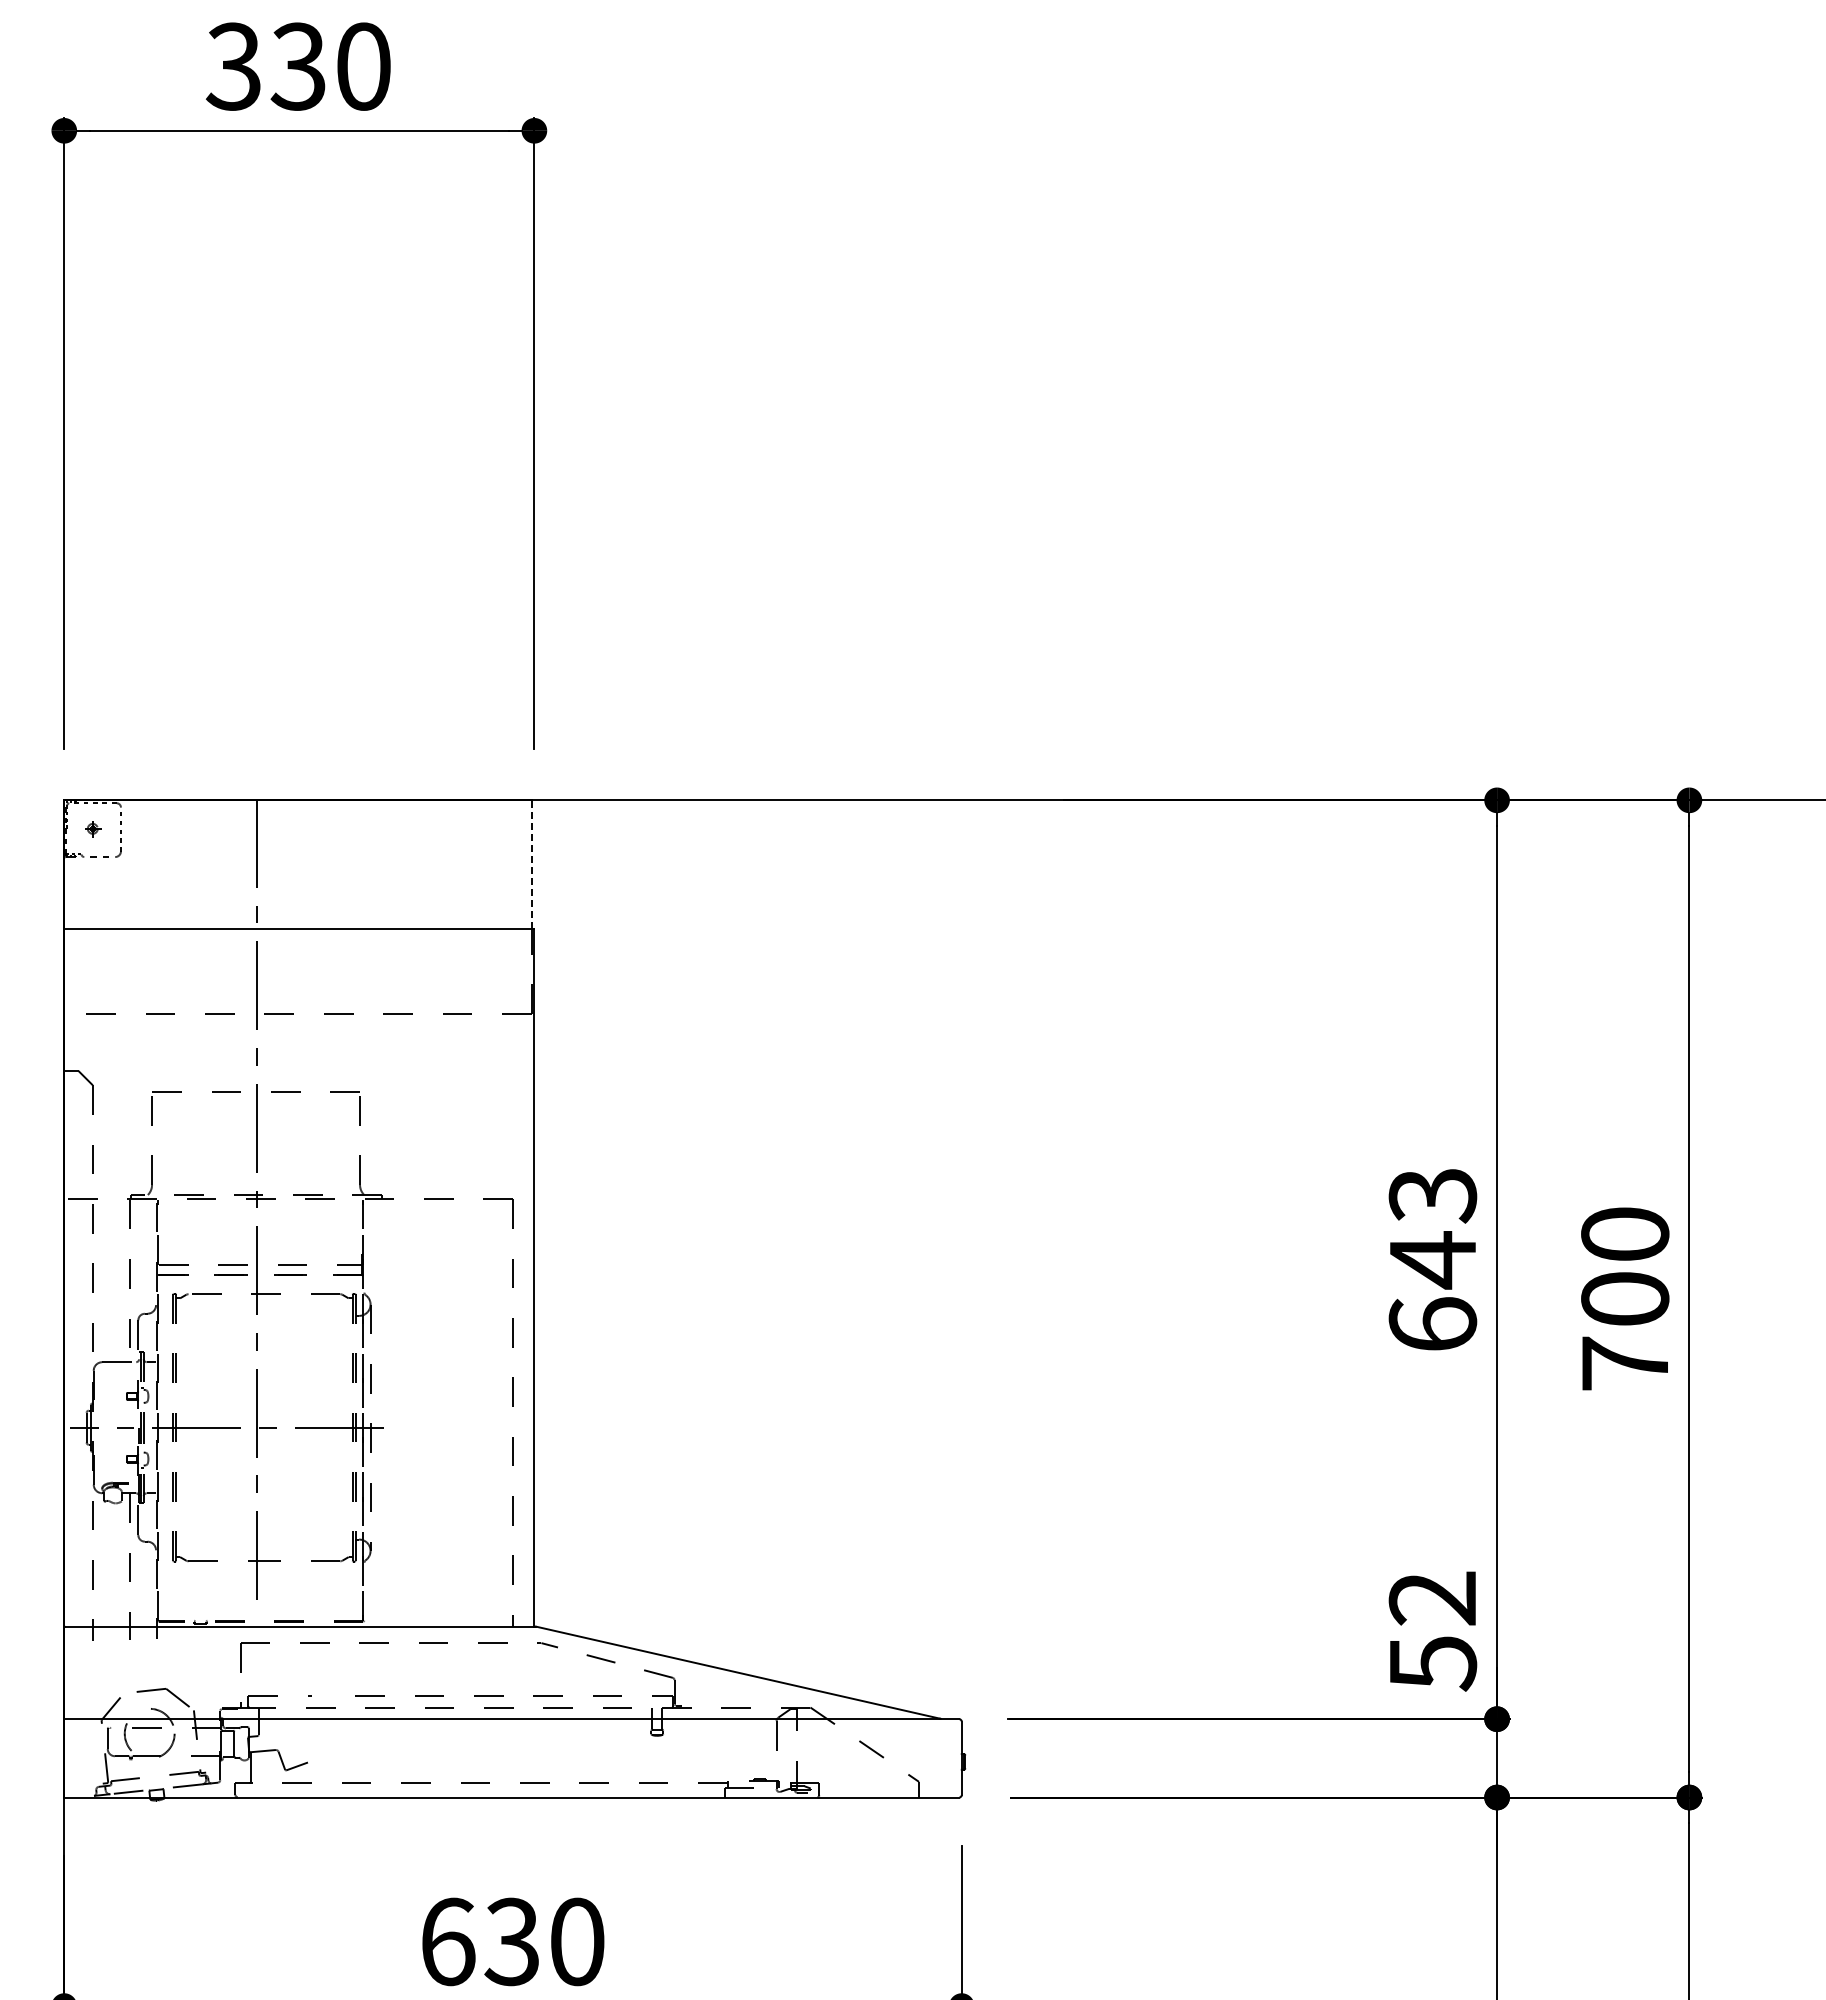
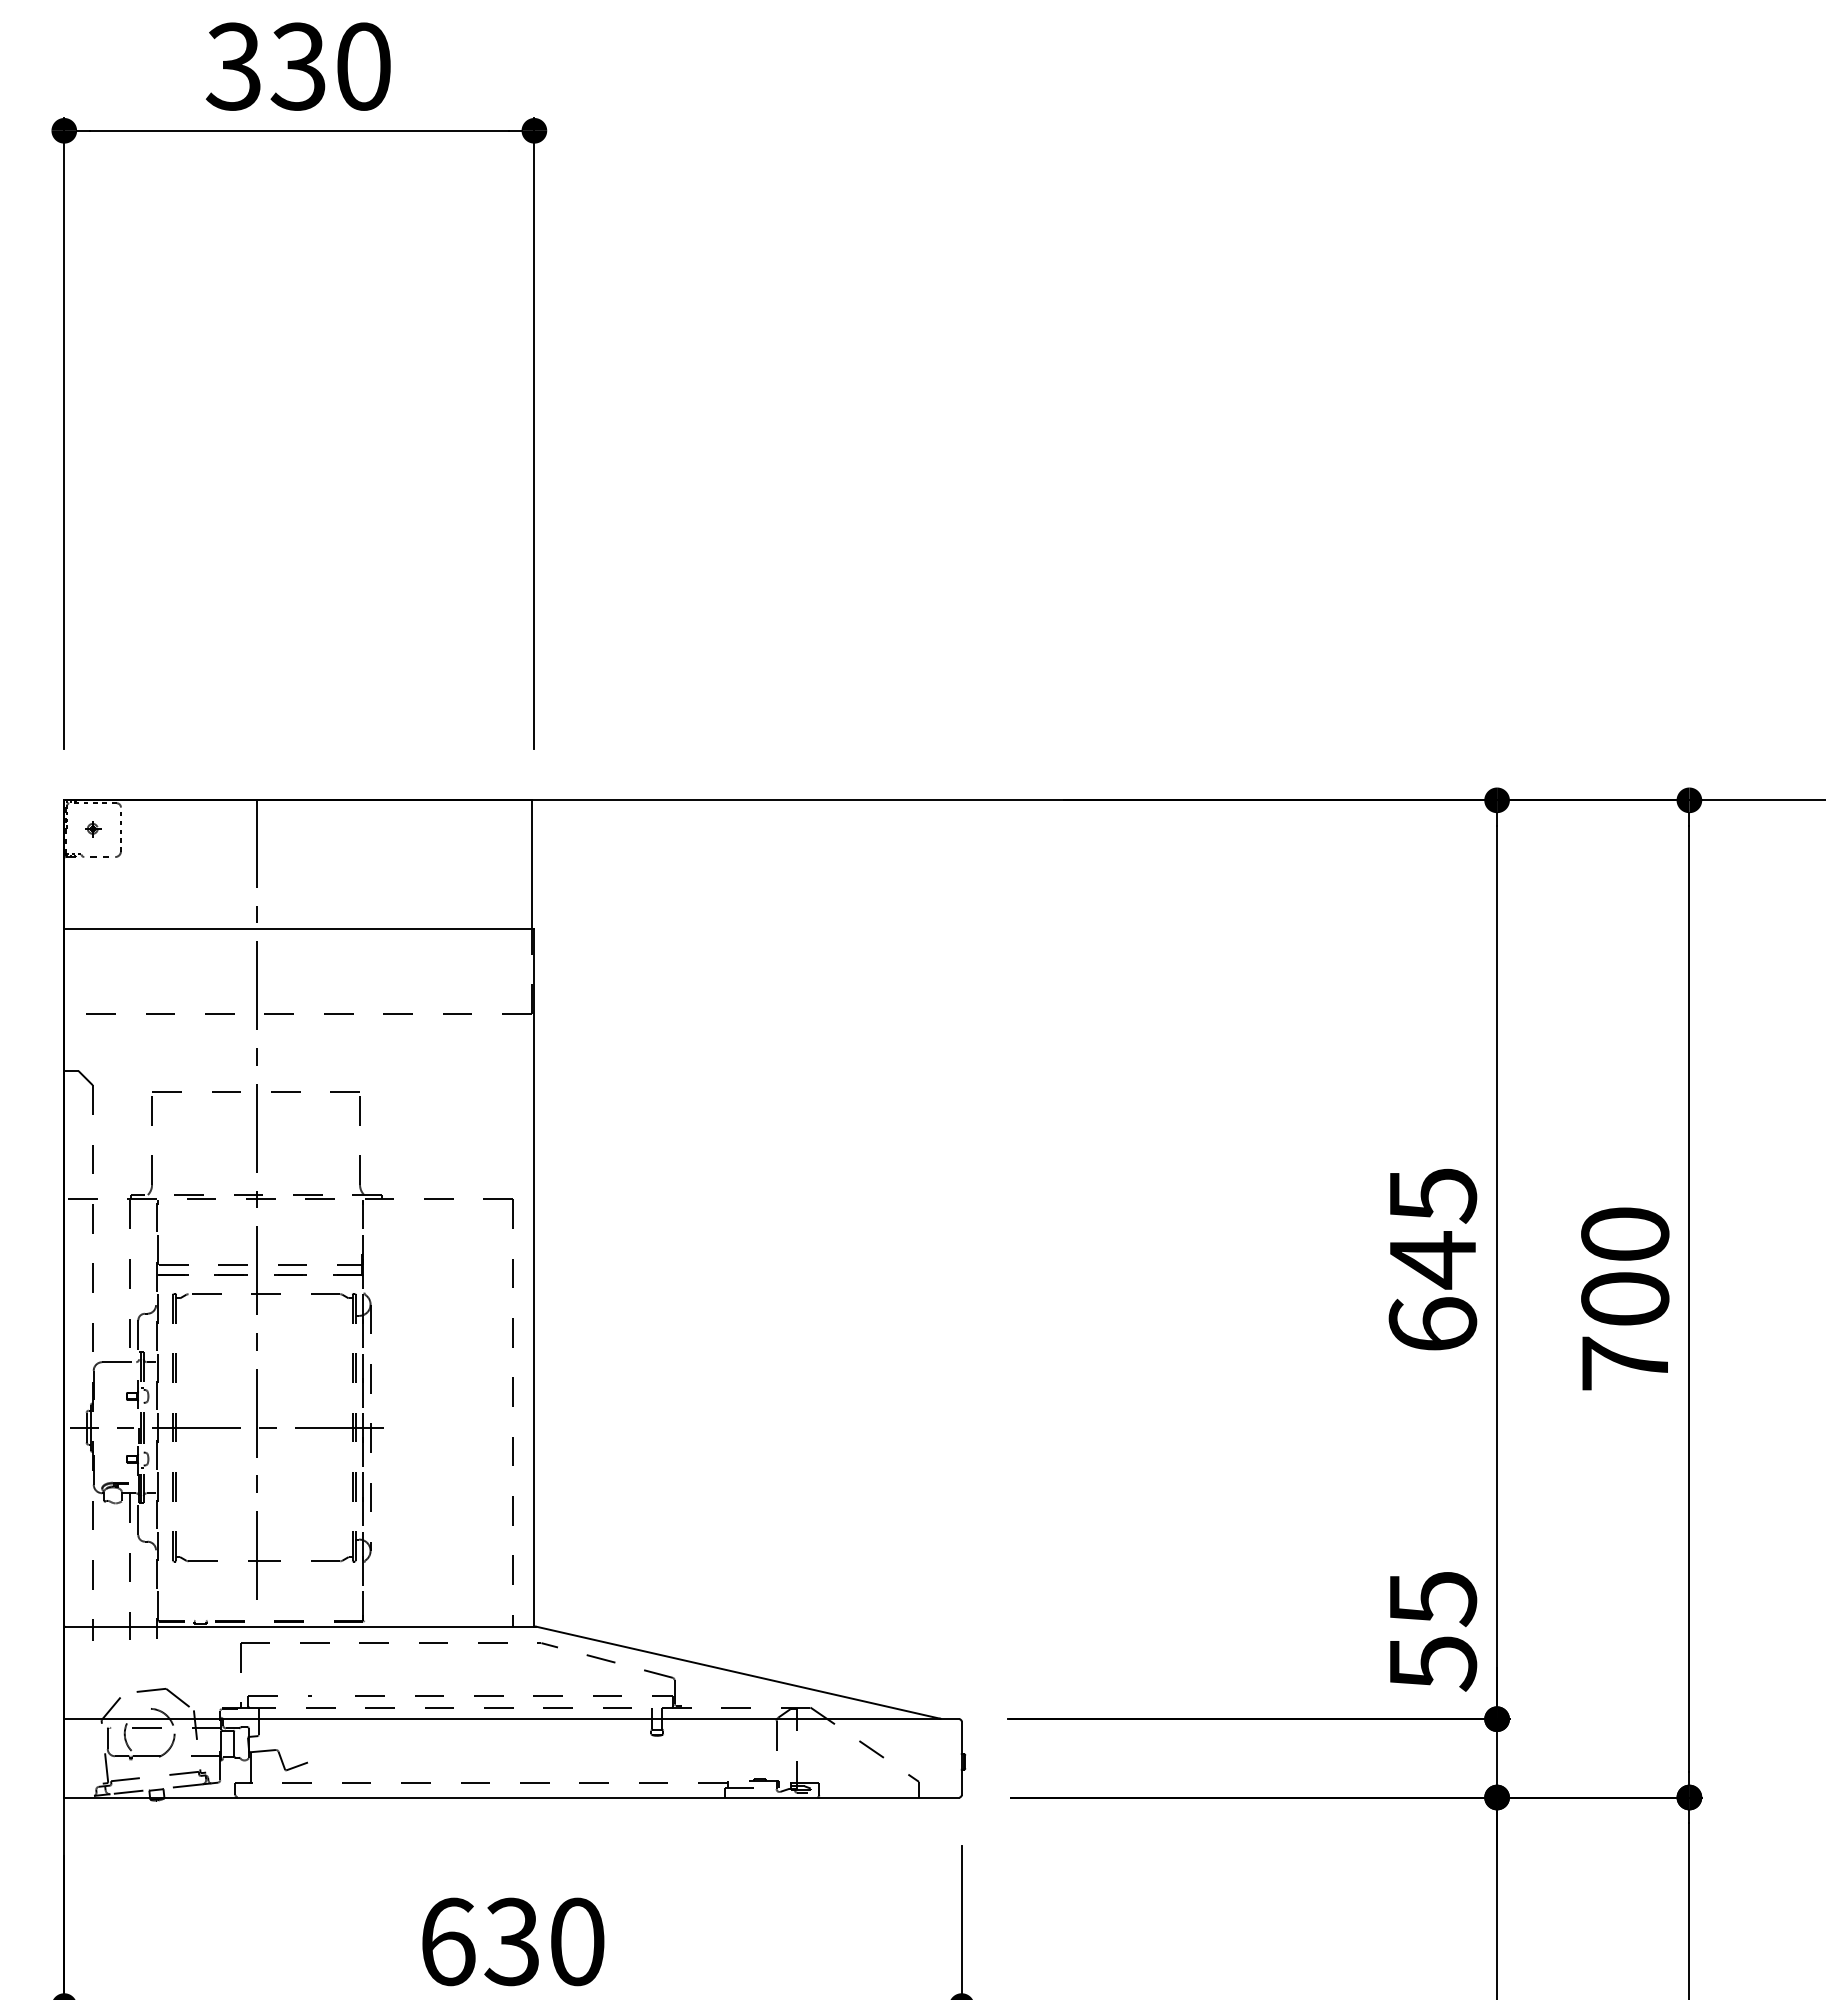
line at (531, 863): dashed -> solid
text at (1432, 1195): 643 -> 645
text at (1432, 1599): 52 -> 55
